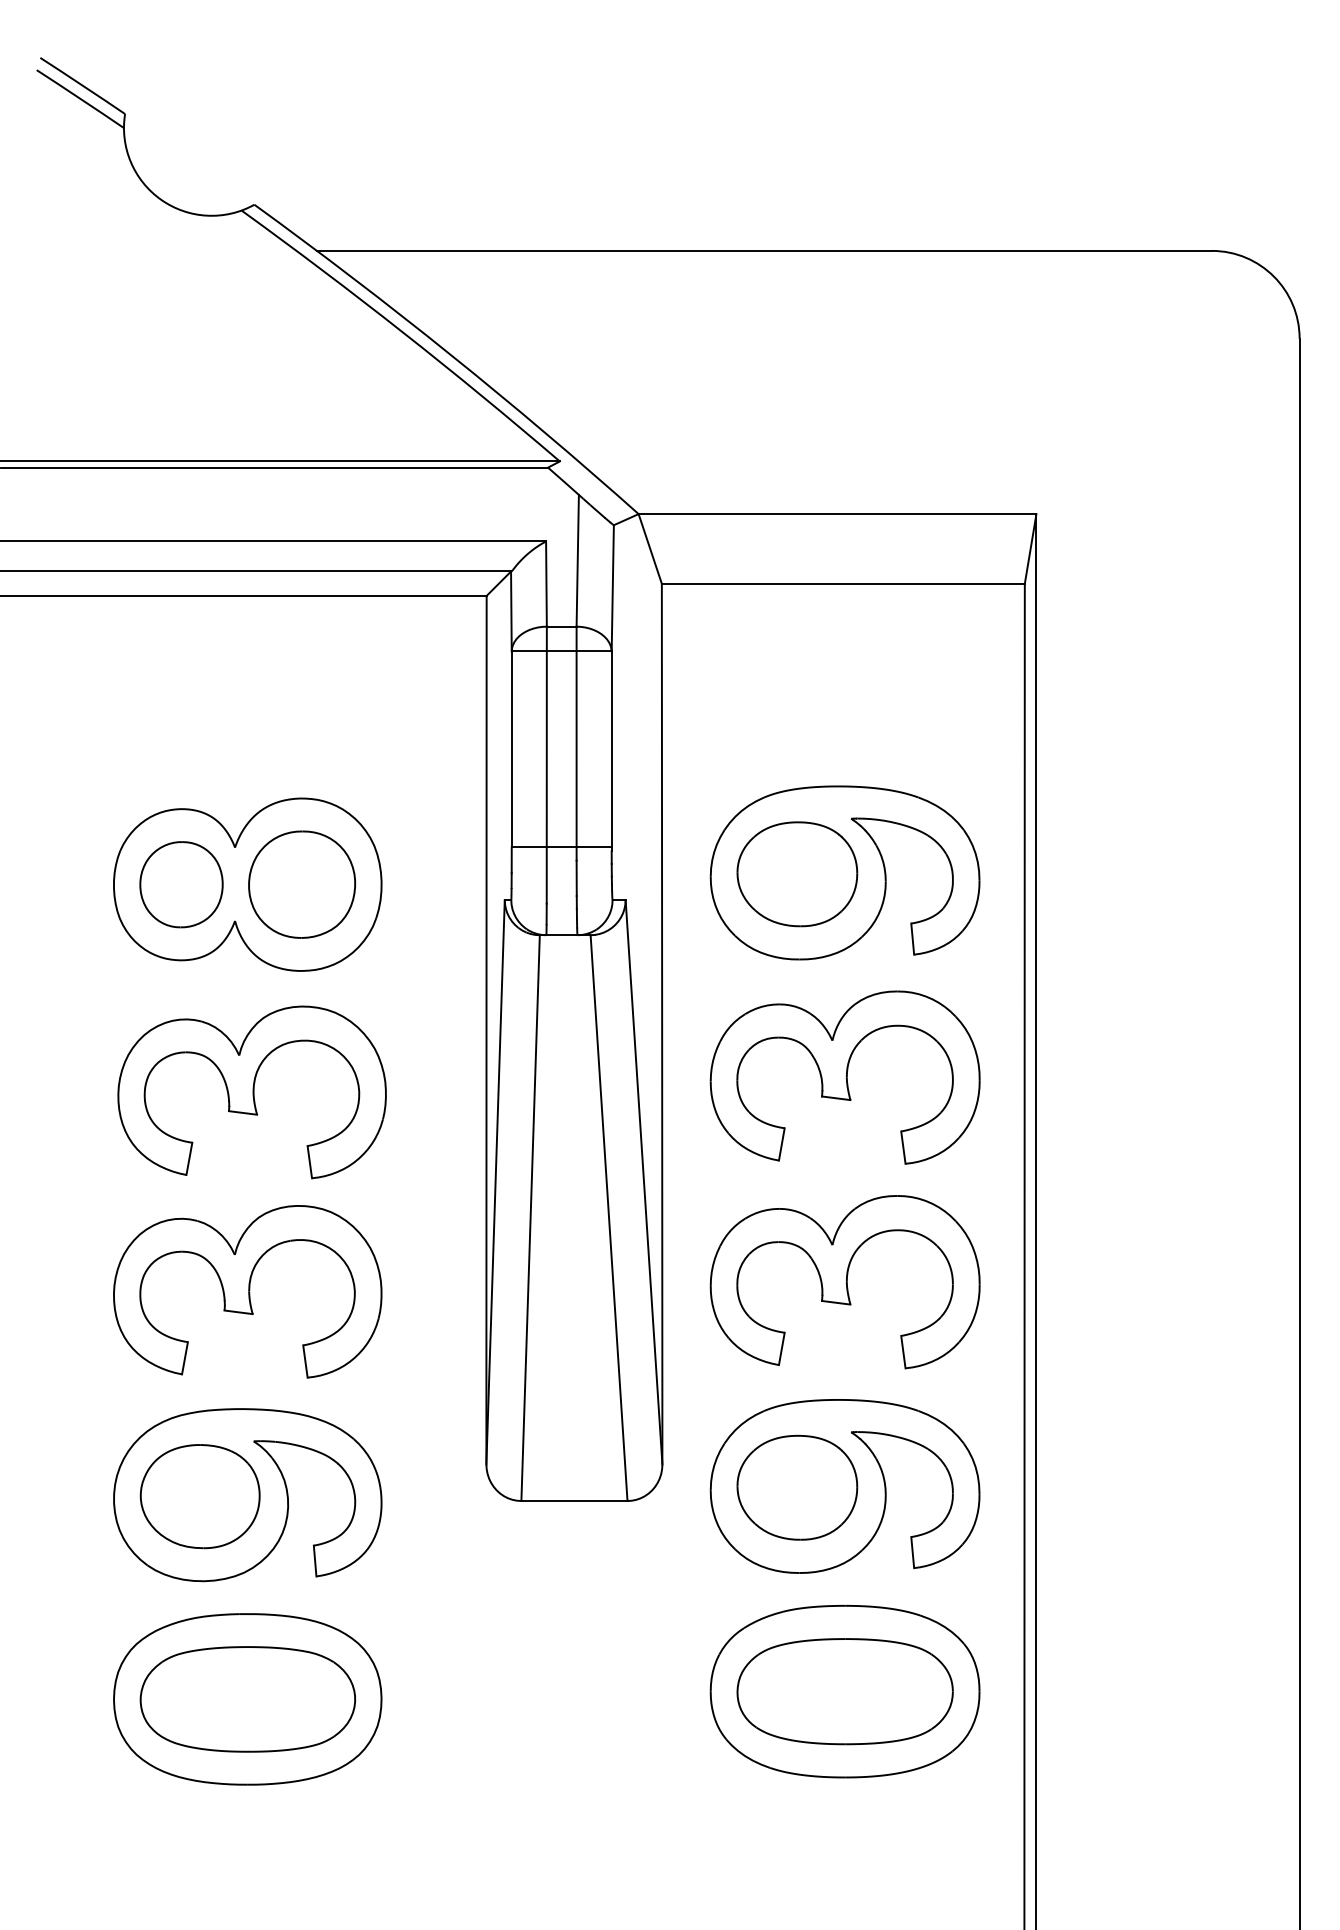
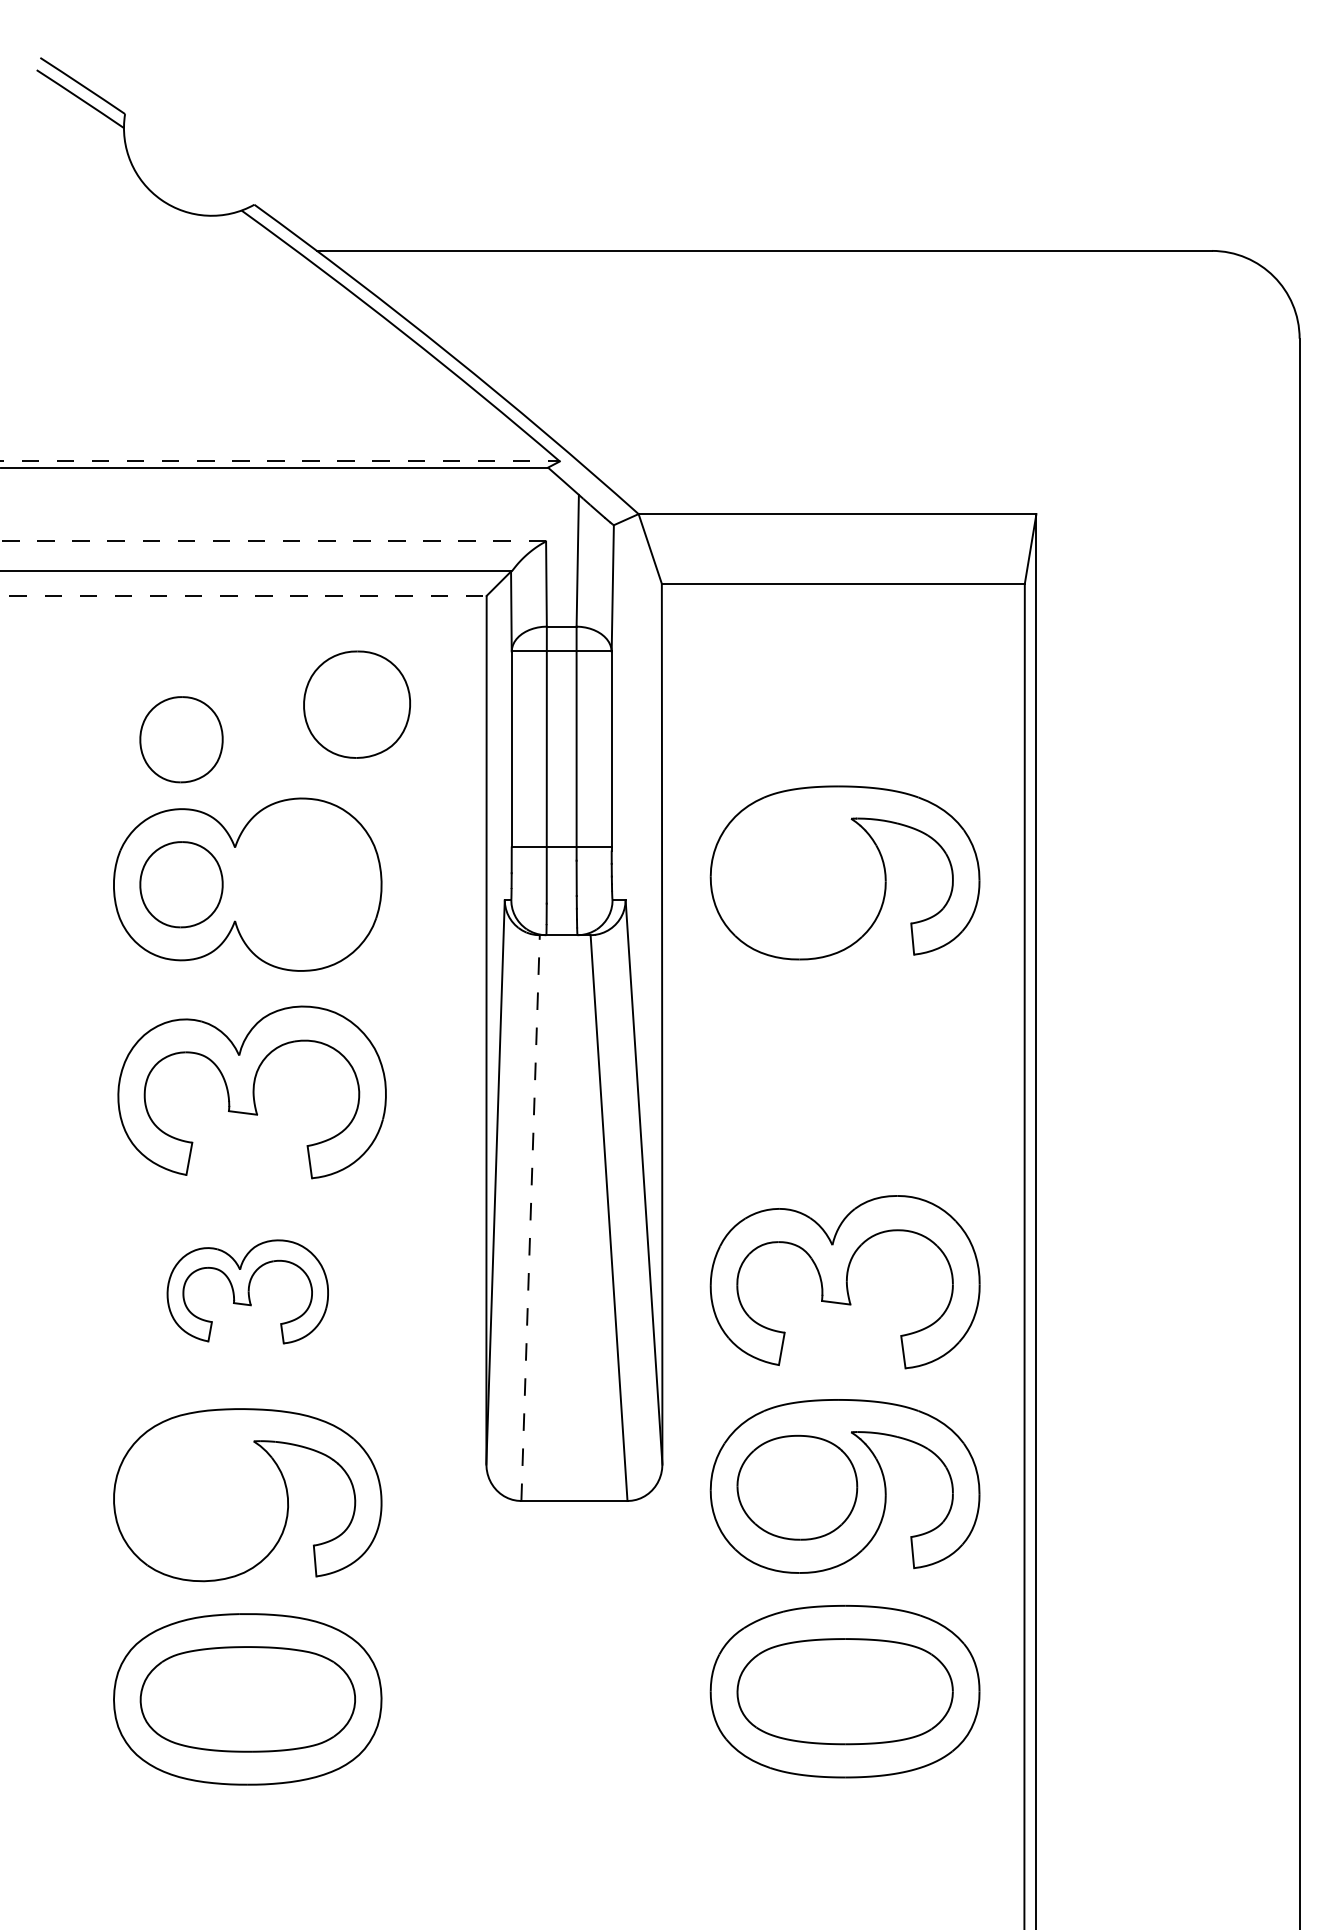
line at (280, 461): solid -> dashed
line at (273, 541): solid -> dashed
line at (243, 595): solid -> dashed
part at (181, 739): none -> present
part at (797, 874): present -> none
part at (301, 884) position: (301, 884) -> (356, 704)
part at (844, 1077): present -> none
line at (530, 1217): solid -> dashed
part at (247, 1291) size: 270x174 px -> 163x106 px
part at (199, 1496): present -> none
